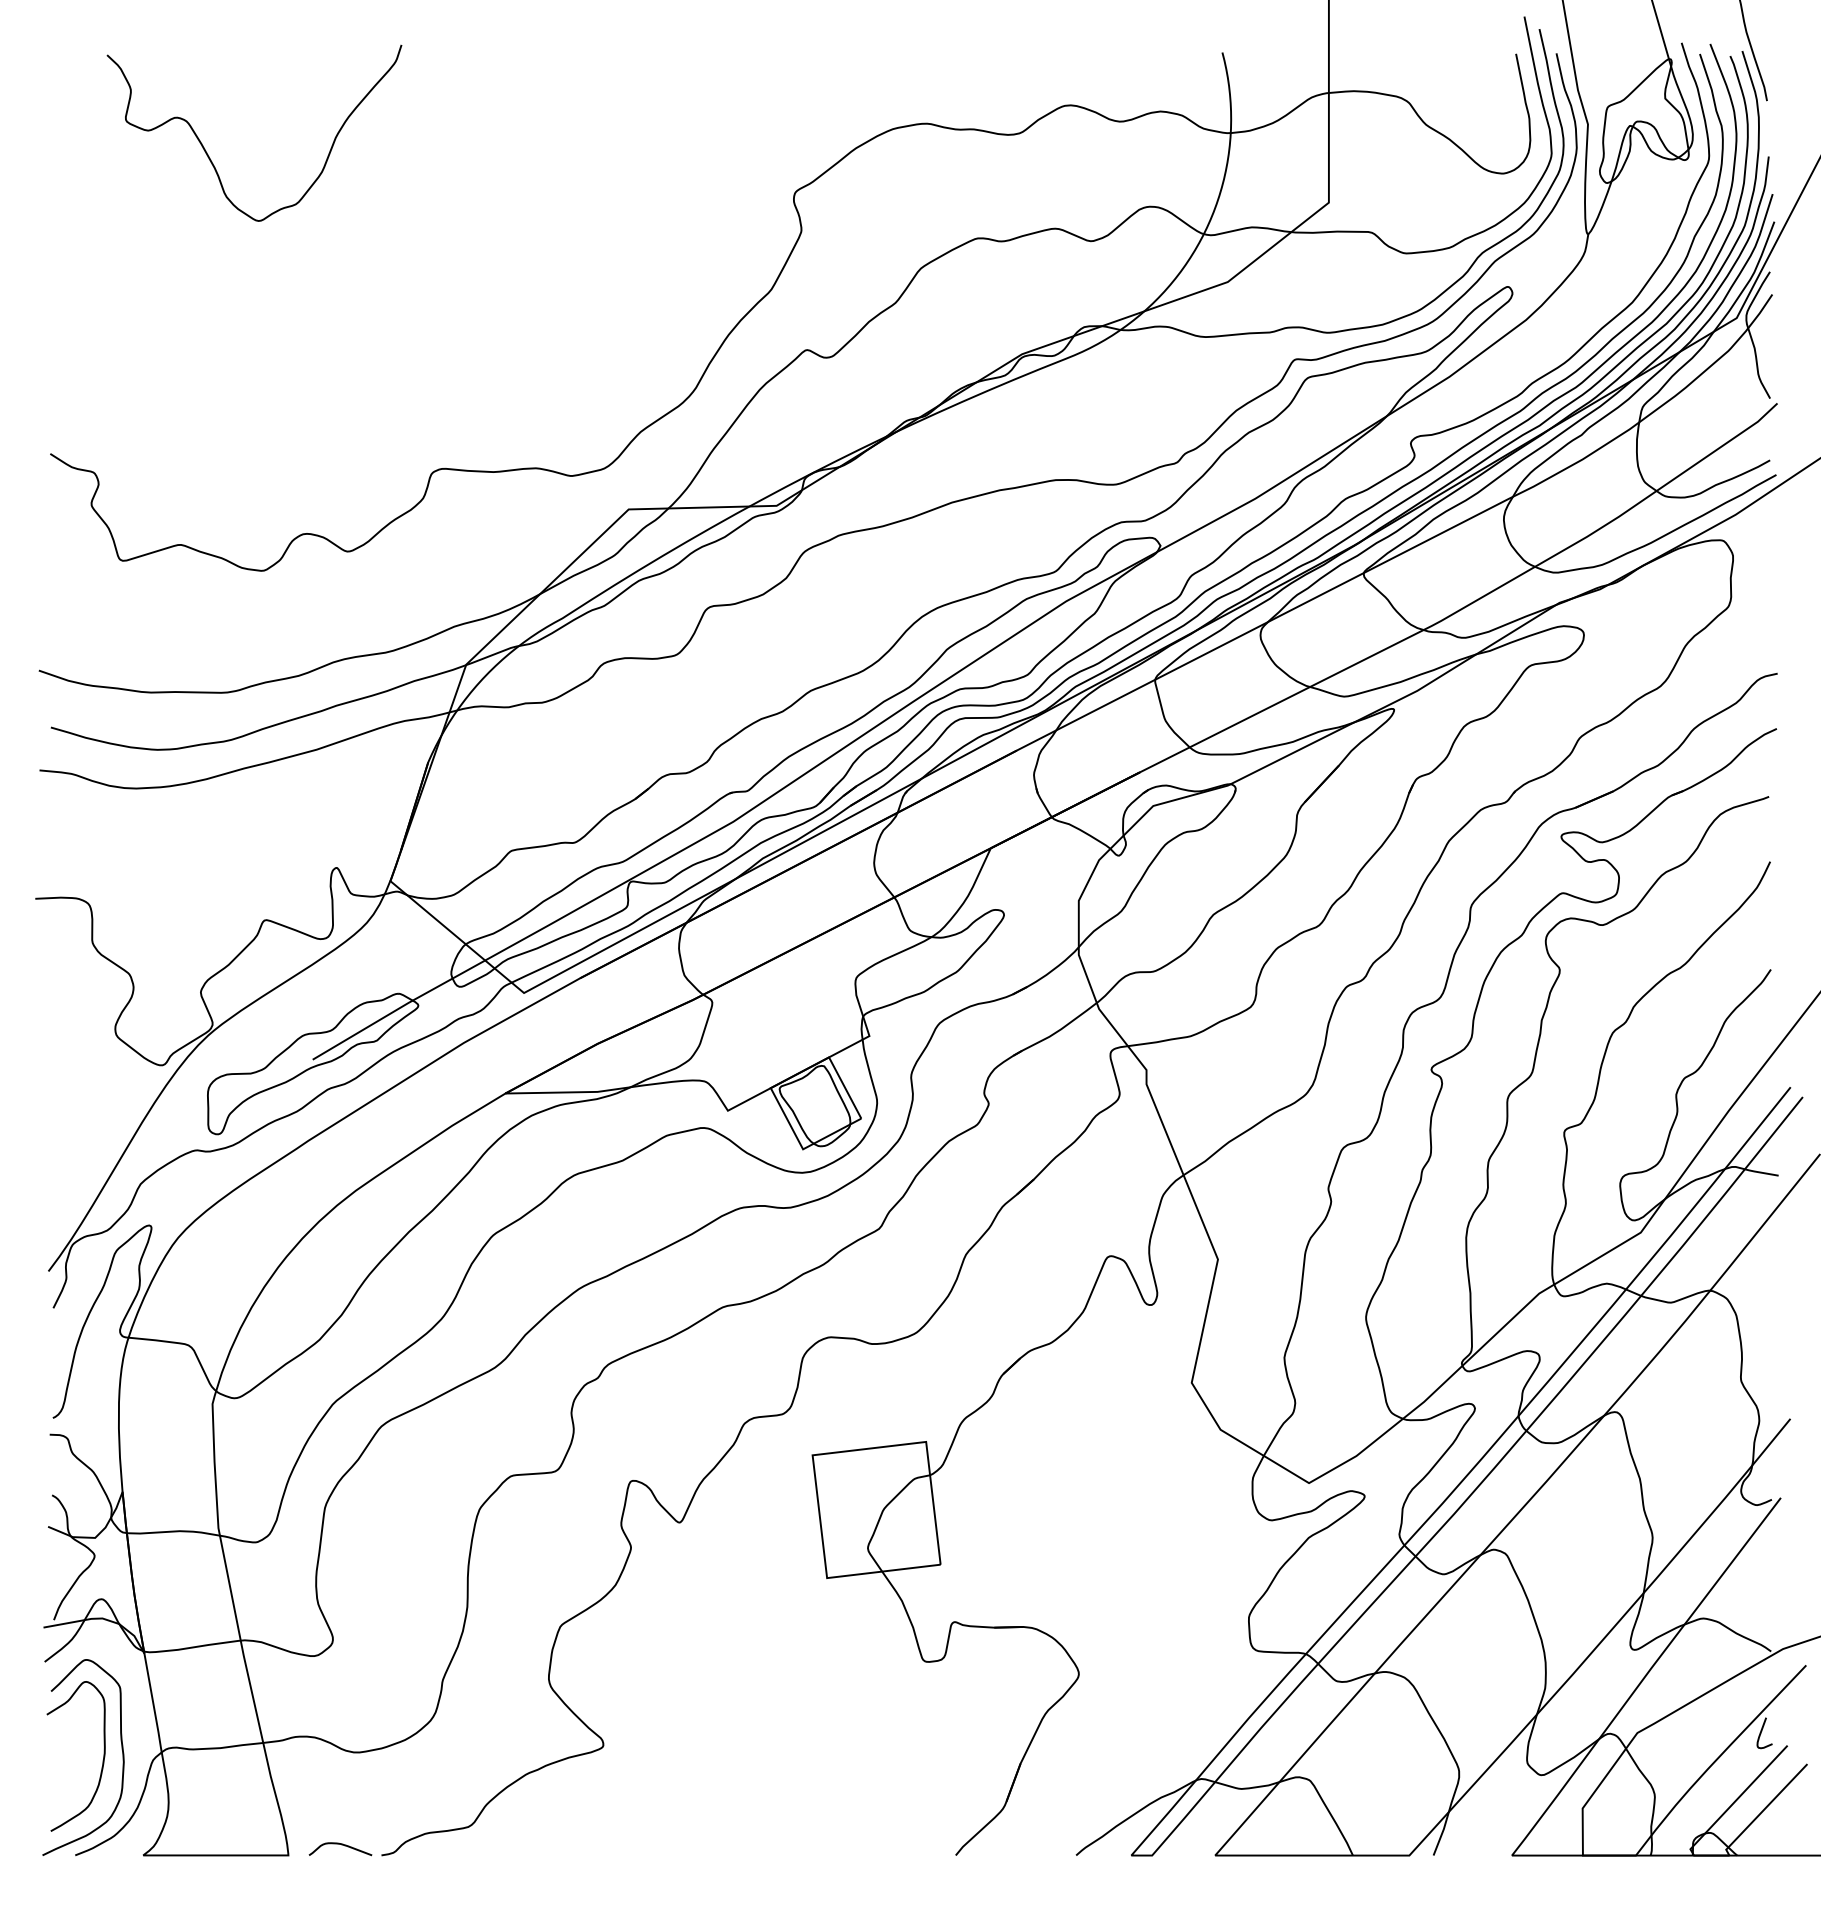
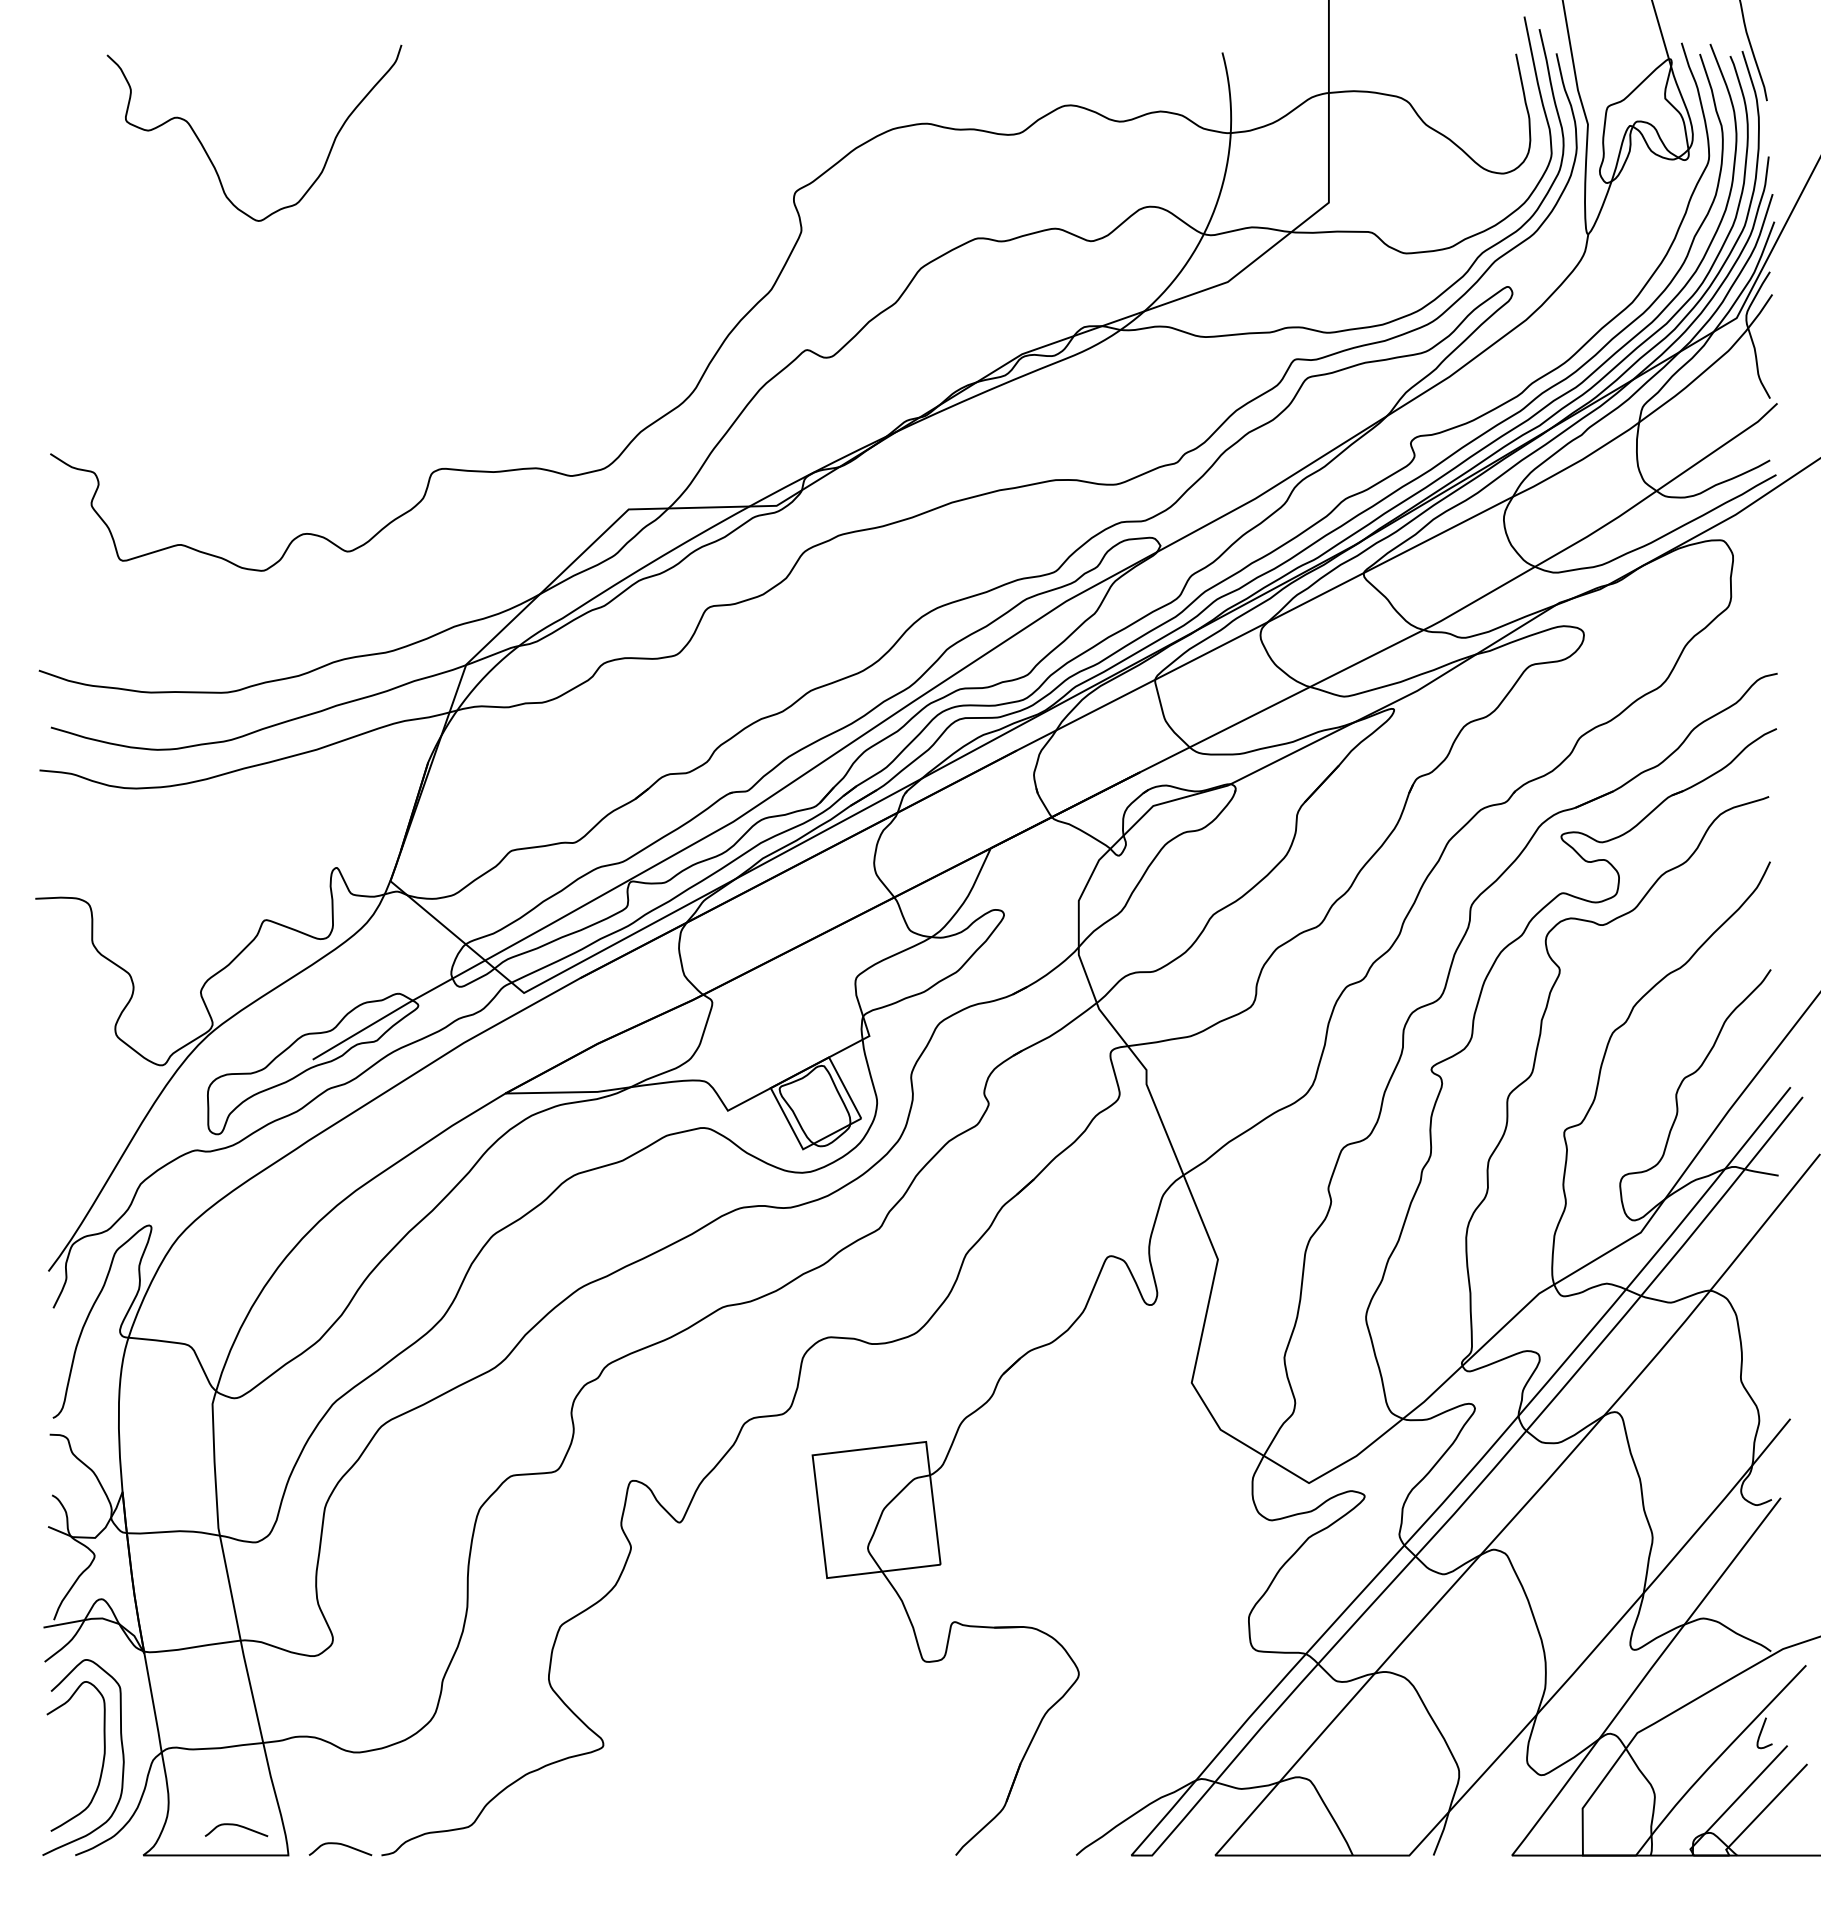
curve at (237, 1826): none -> present
